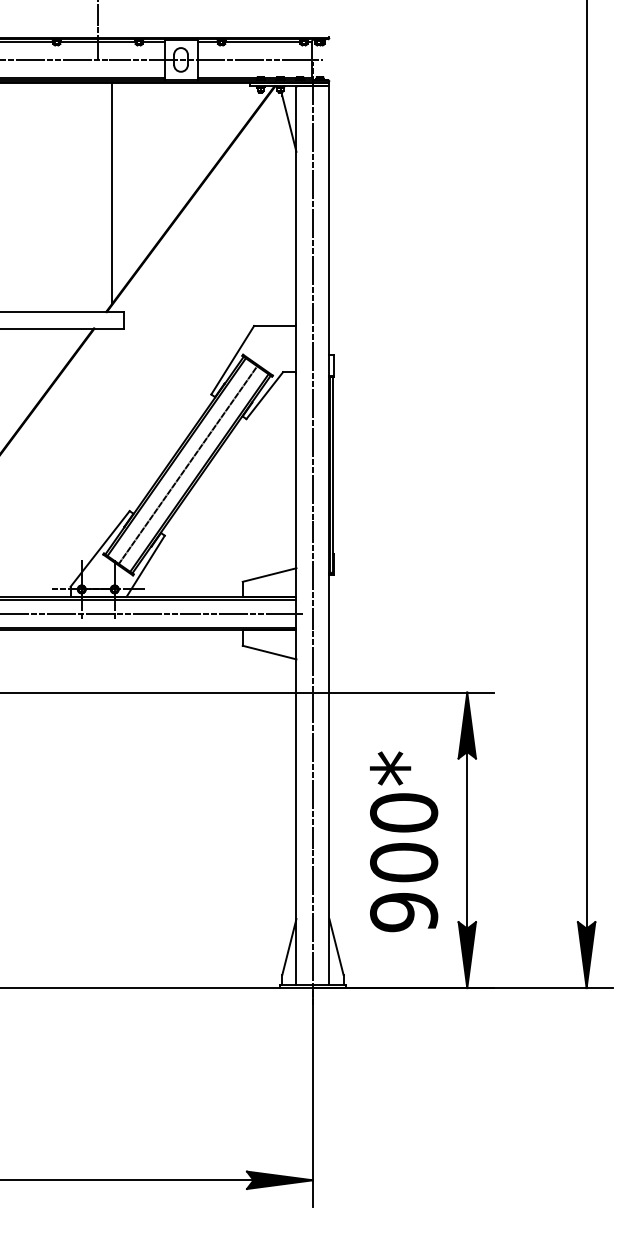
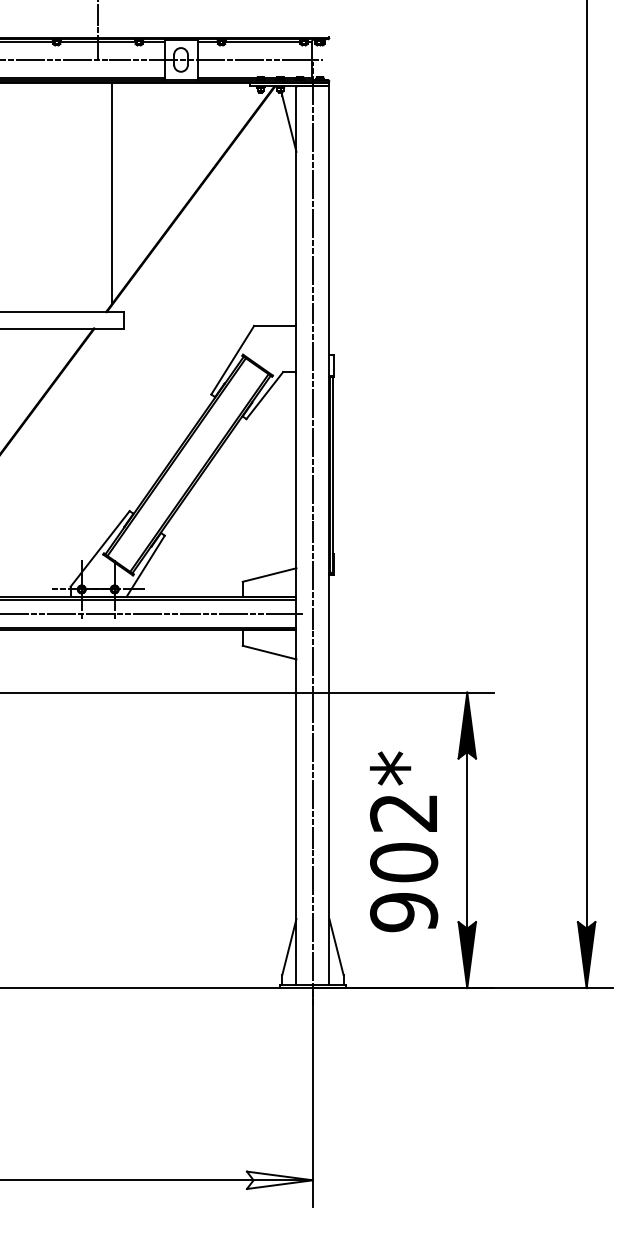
line at (188, 465): present -> none
text at (404, 812): 900* -> 902*
fill at (279, 1180): present -> none
